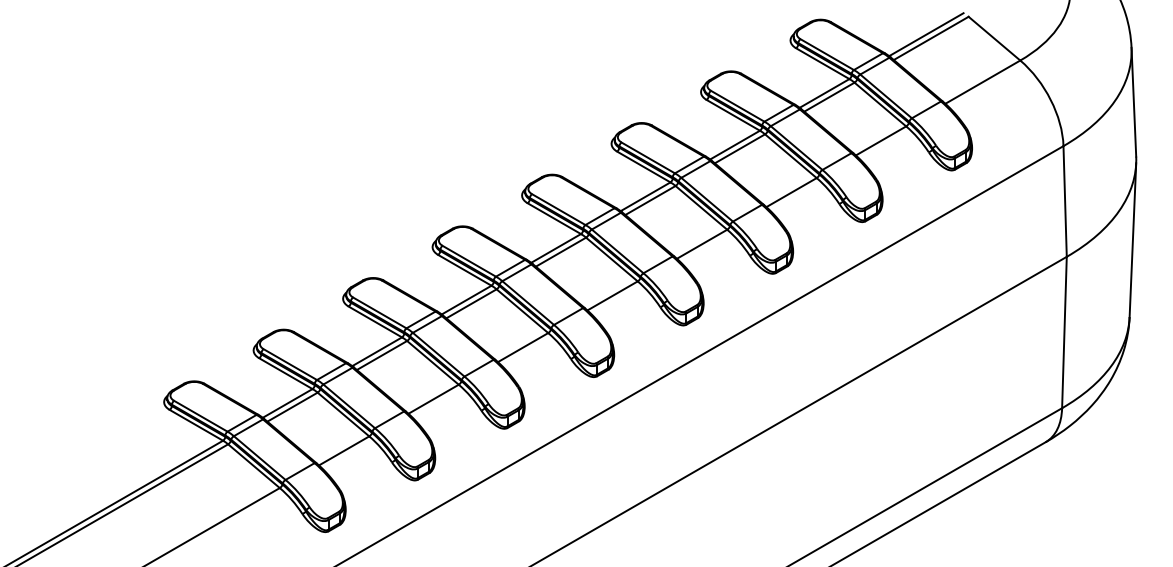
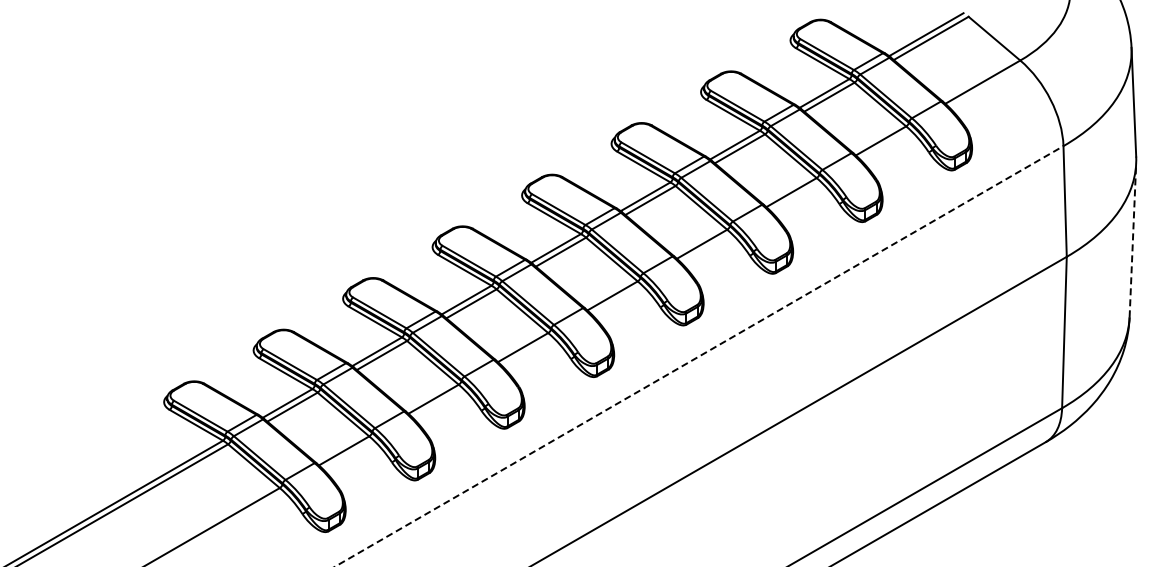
line at (1132, 239): solid -> dashed
line at (699, 356): solid -> dashed
